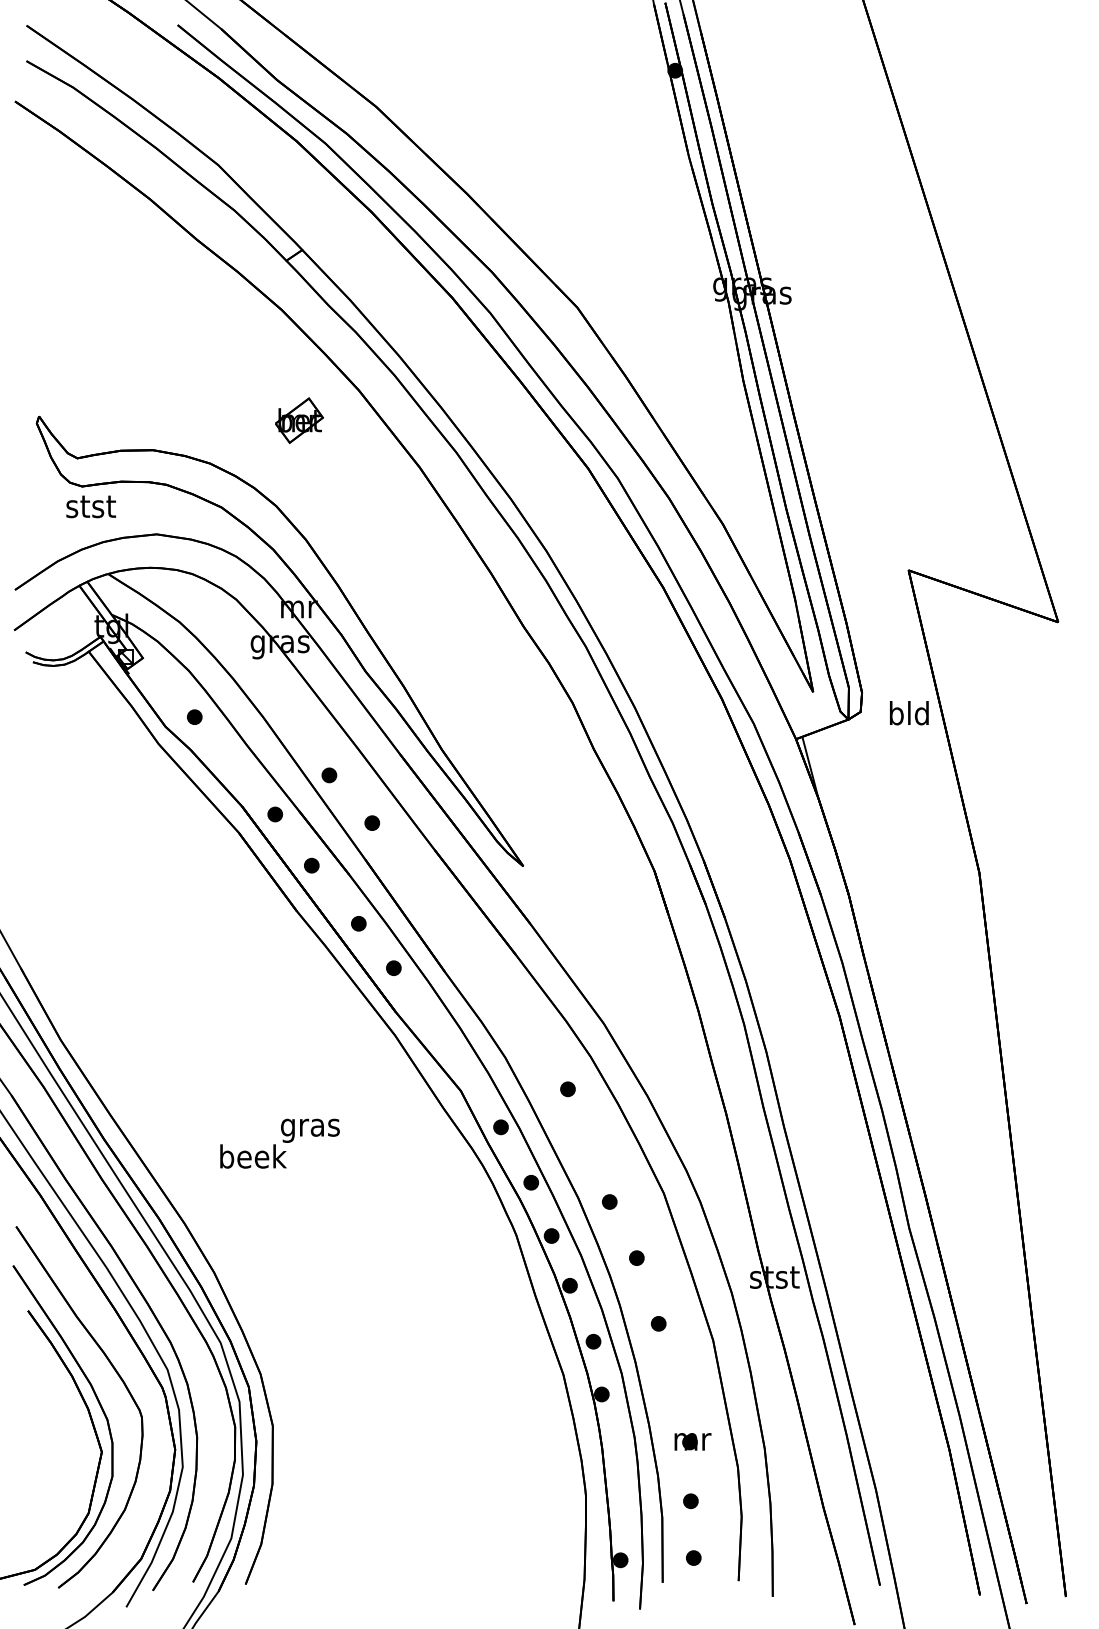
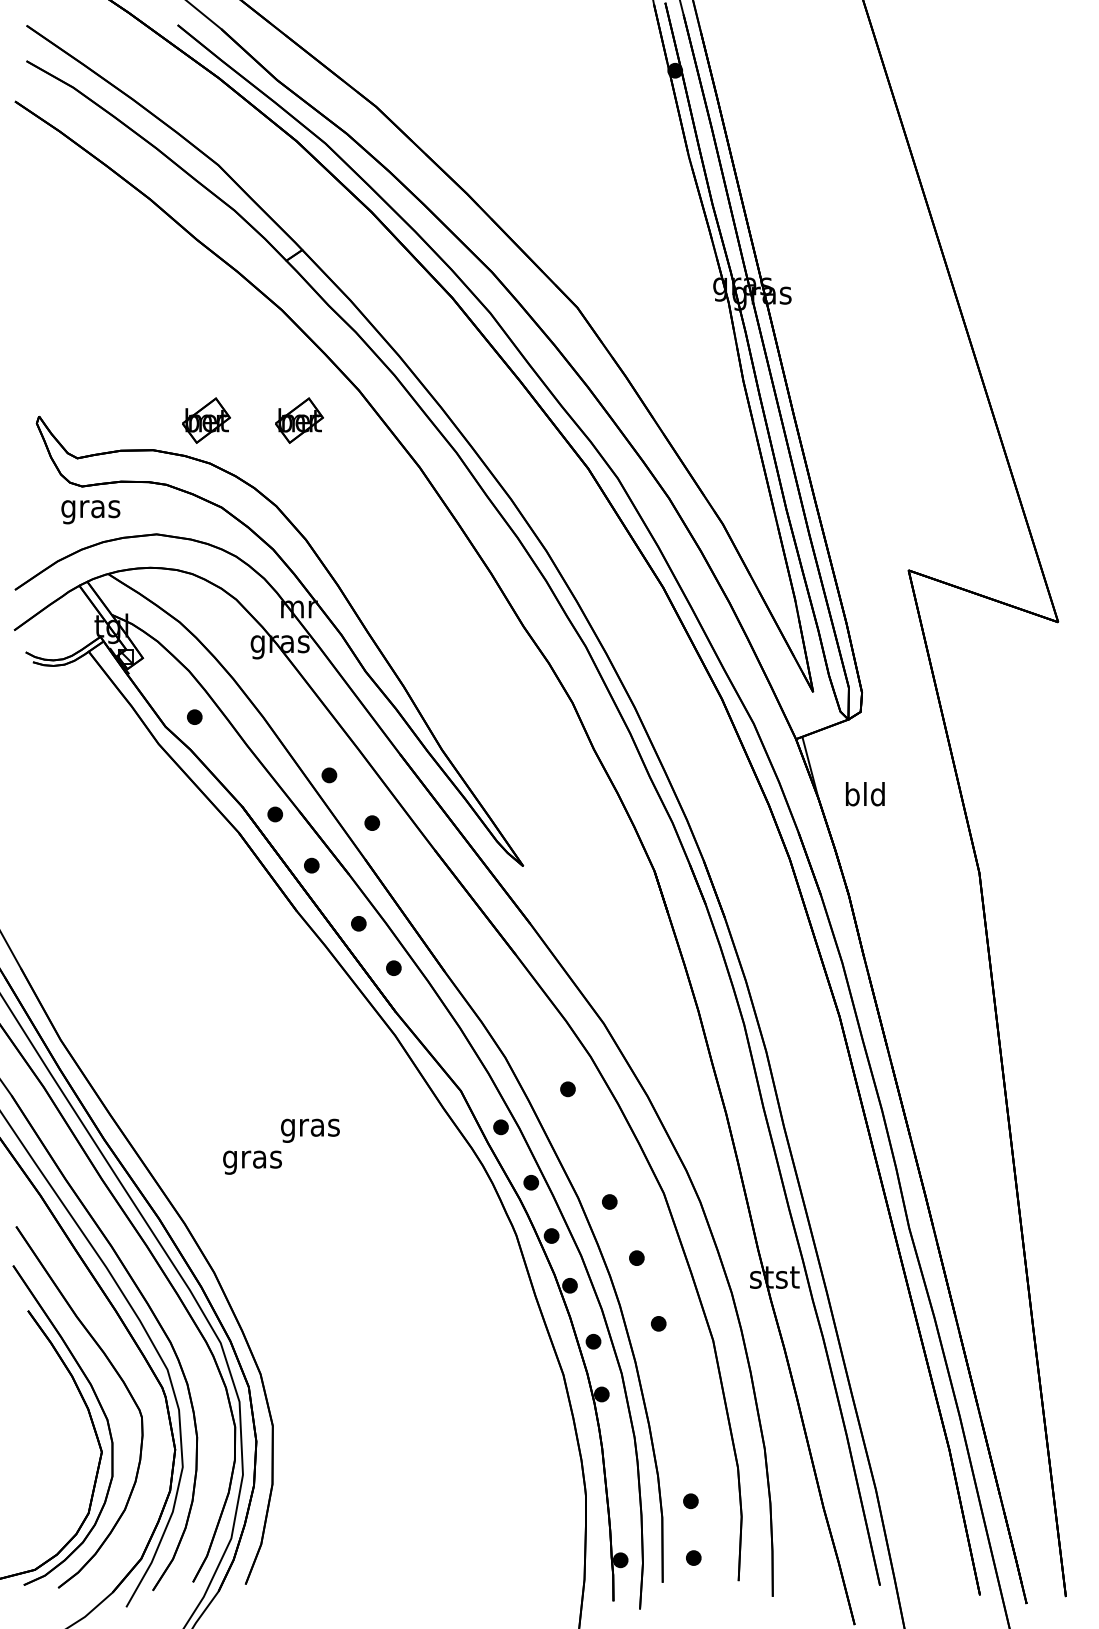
part at (206, 420): none -> present
text at (90, 509): stst -> gras
text at (909, 713) position: (909, 713) -> (865, 794)
text at (253, 1159): beek -> gras
part at (692, 1441): present -> none
